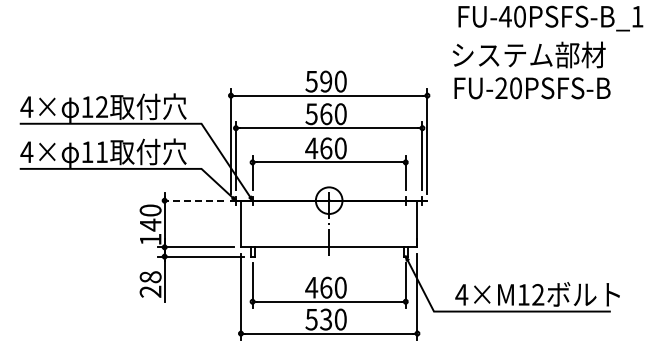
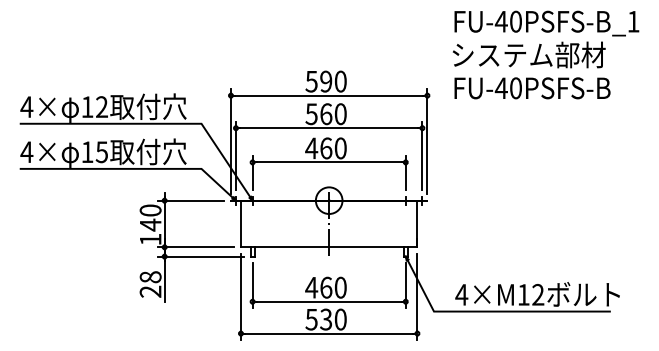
text at (550, 18) position: (550, 18) -> (546, 23)
text at (500, 87): FU-20PSFS-B -> FU-40PSFS-B
text at (101, 152): 11 -> 15
line at (190, 200): dashed -> solid
